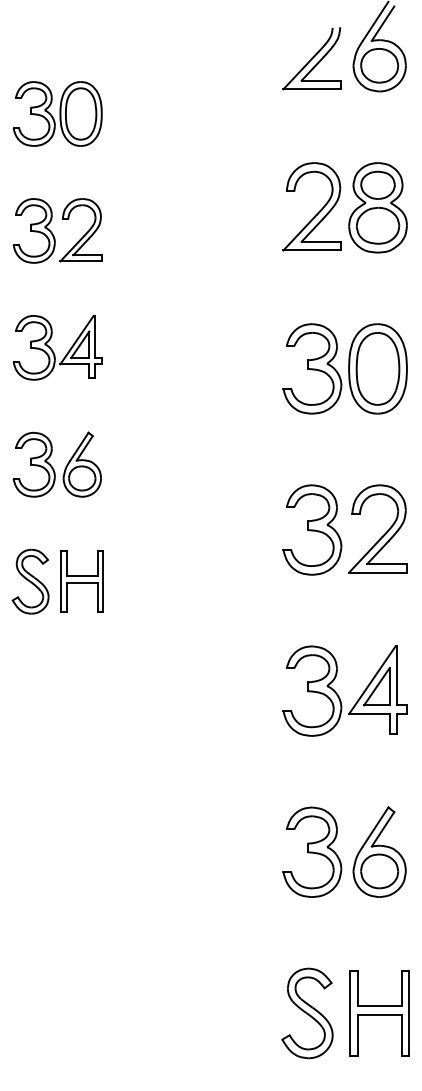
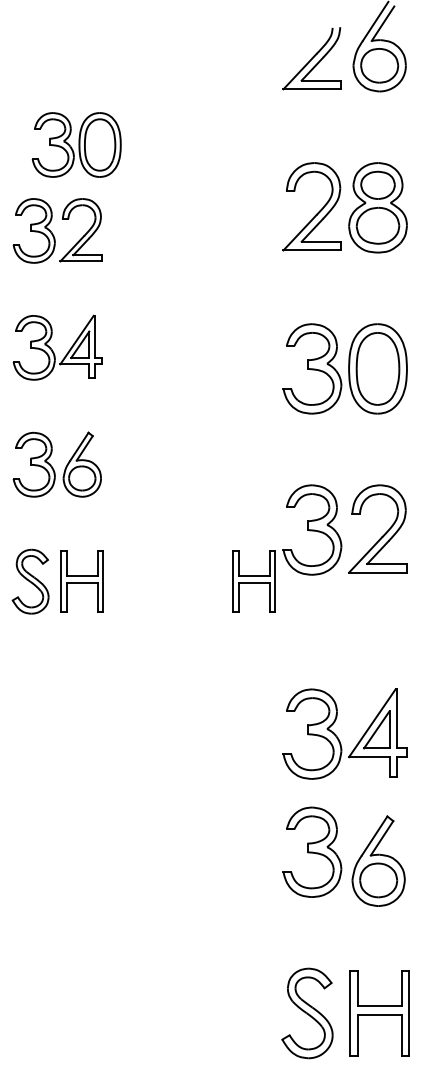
part at (57, 113) position: (57, 113) -> (76, 144)
part at (253, 581): none -> present
part at (338, 694) position: (338, 694) -> (338, 737)
part at (379, 851) position: (379, 851) -> (378, 860)
